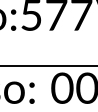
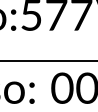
line at (48, 65) position: (48, 65) -> (48, 60)
